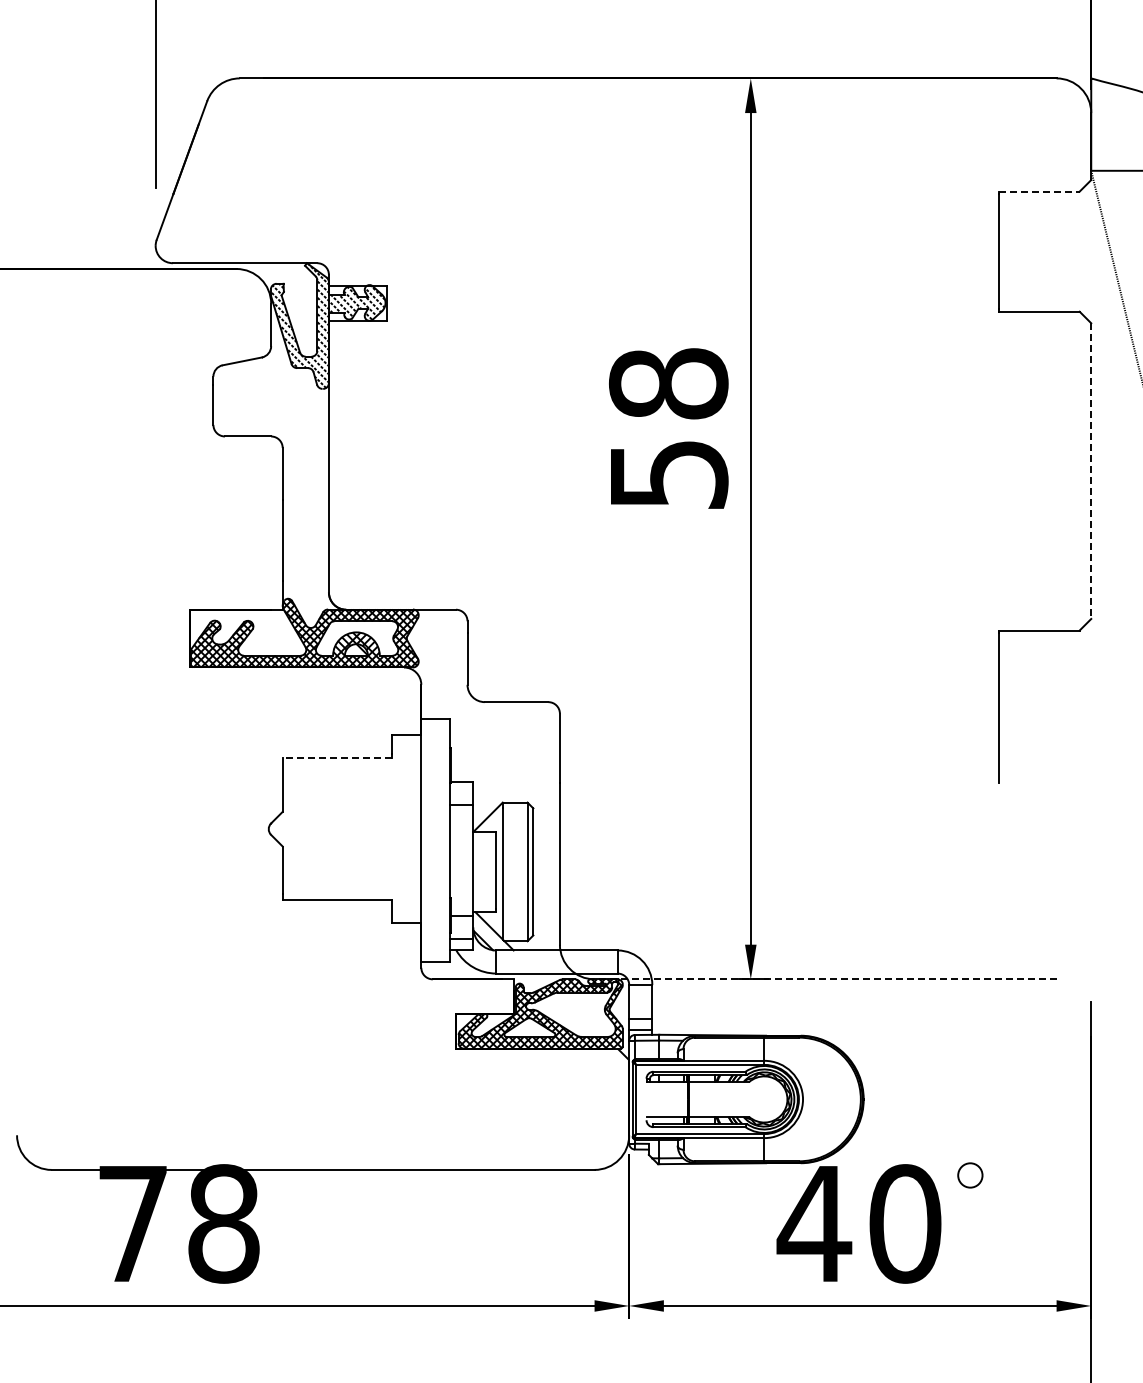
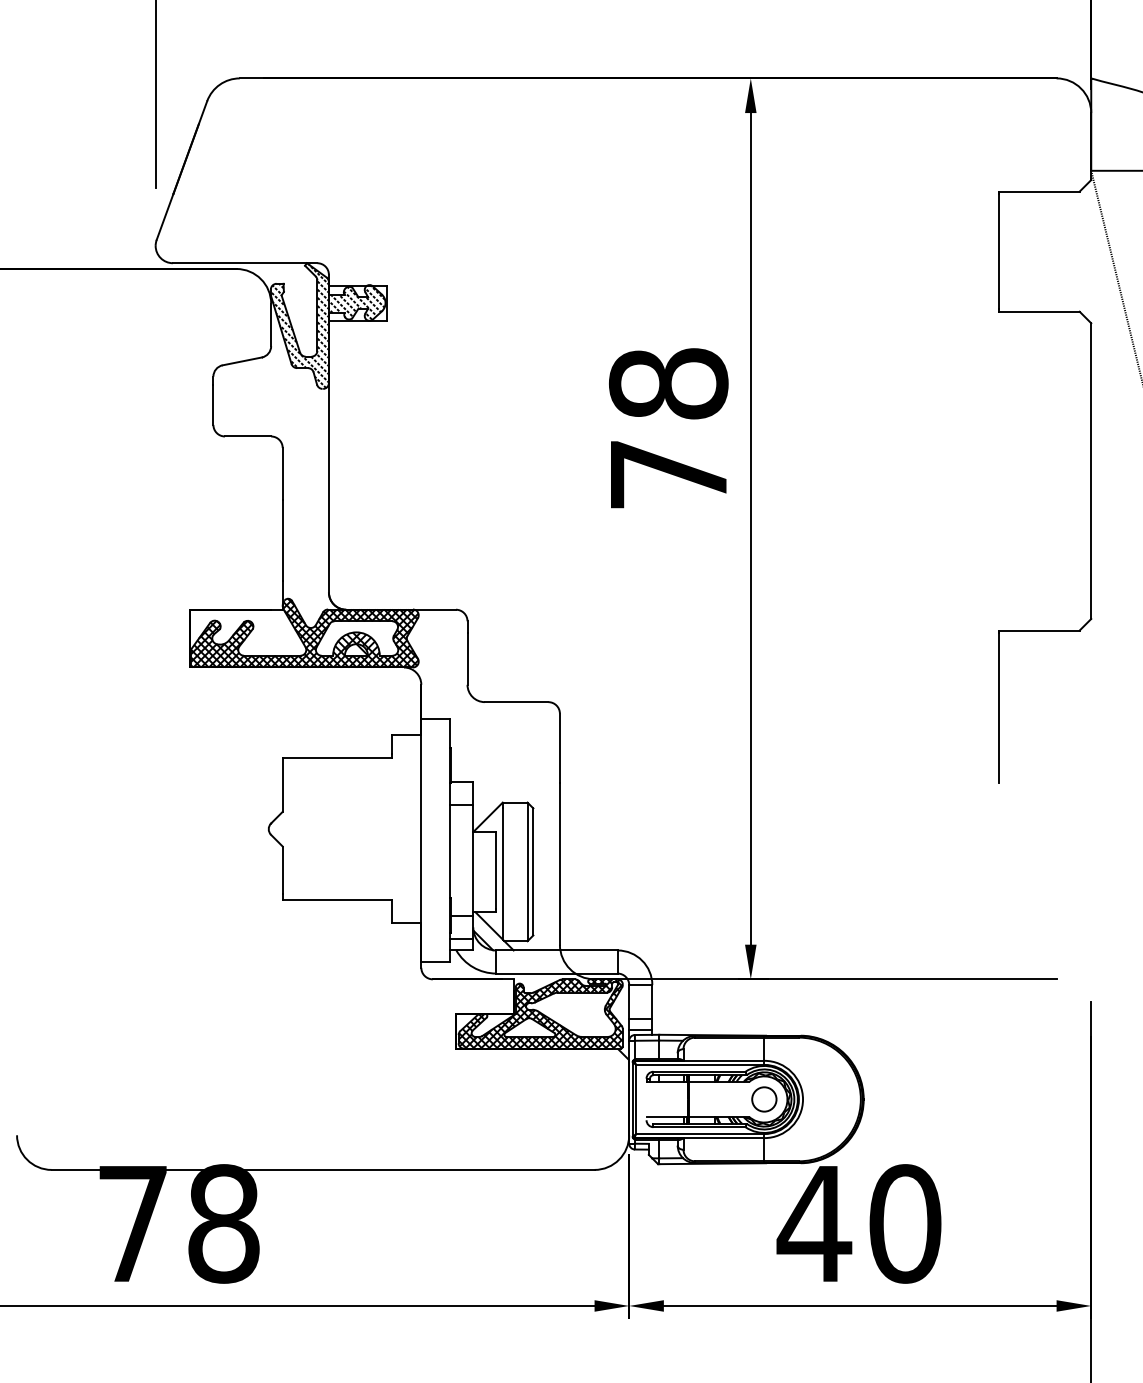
line at (1039, 191): dashed -> solid
line at (1091, 471): dashed -> solid
text at (669, 474): 58 -> 78
line at (337, 758): dashed -> solid
line at (825, 979): dashed -> solid
circle at (970, 1175) position: (970, 1175) -> (764, 1099)
